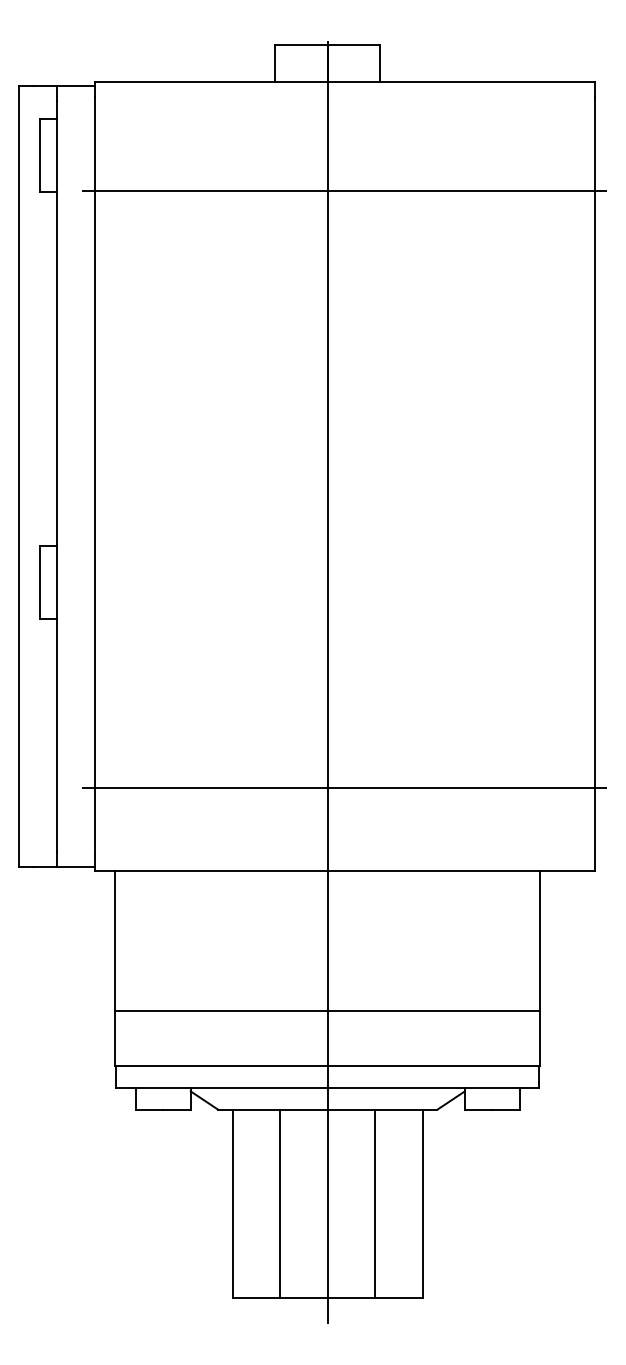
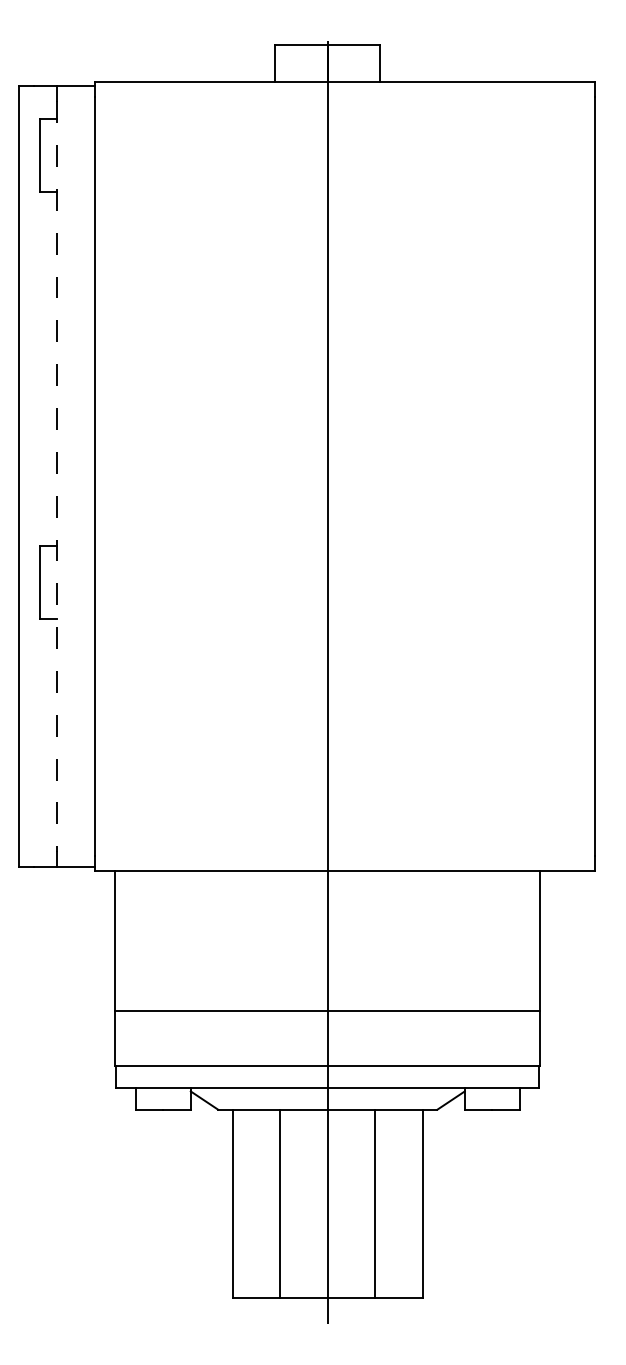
line at (344, 191): present -> none
line at (57, 476): solid -> dashed
line at (344, 787): present -> none
